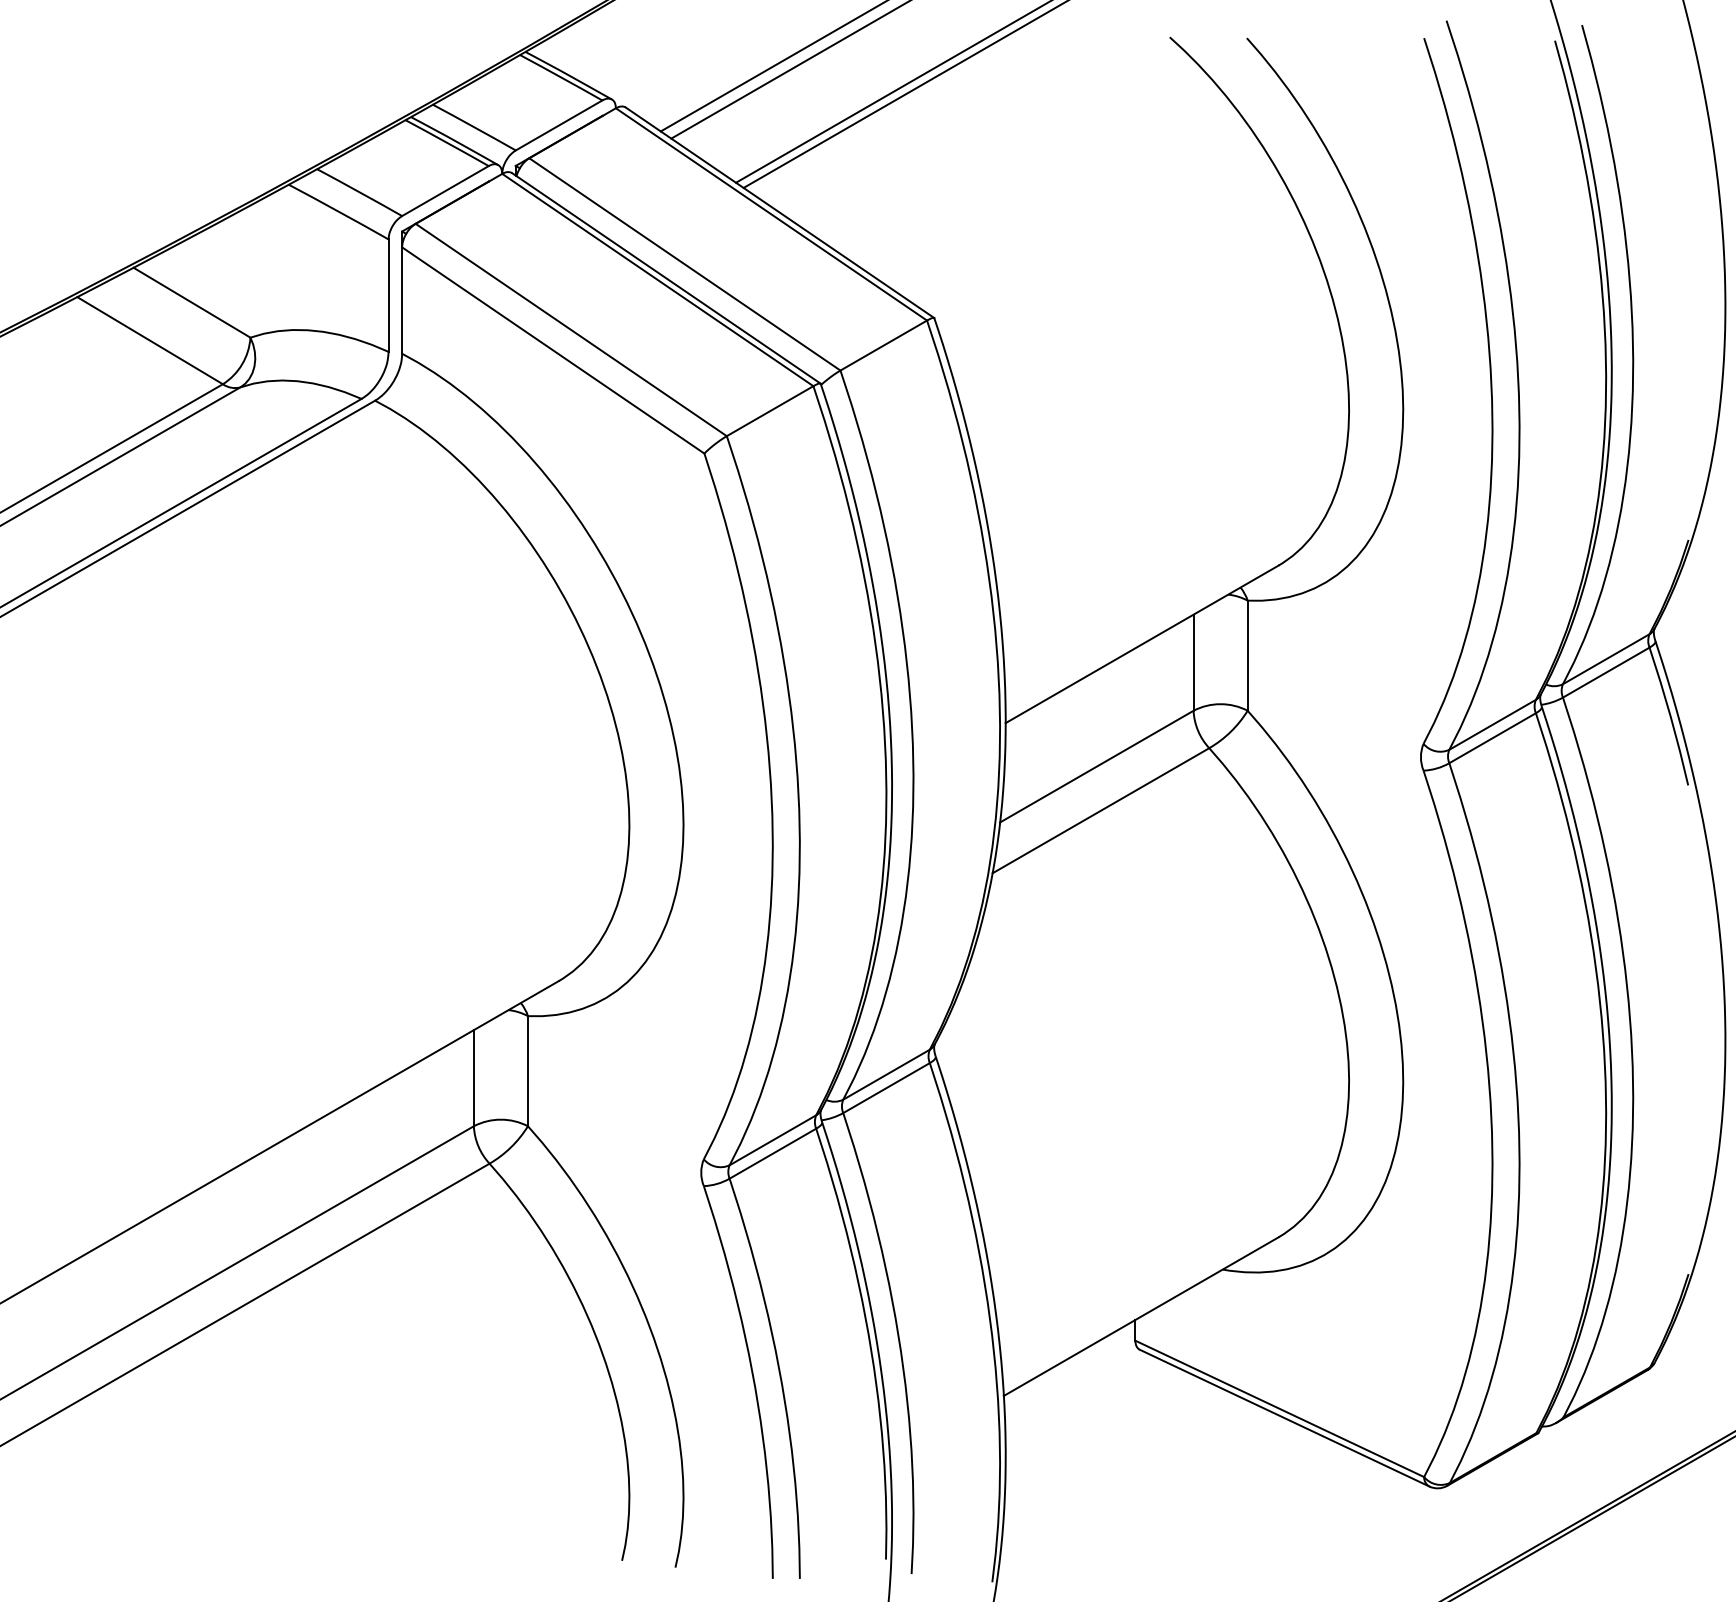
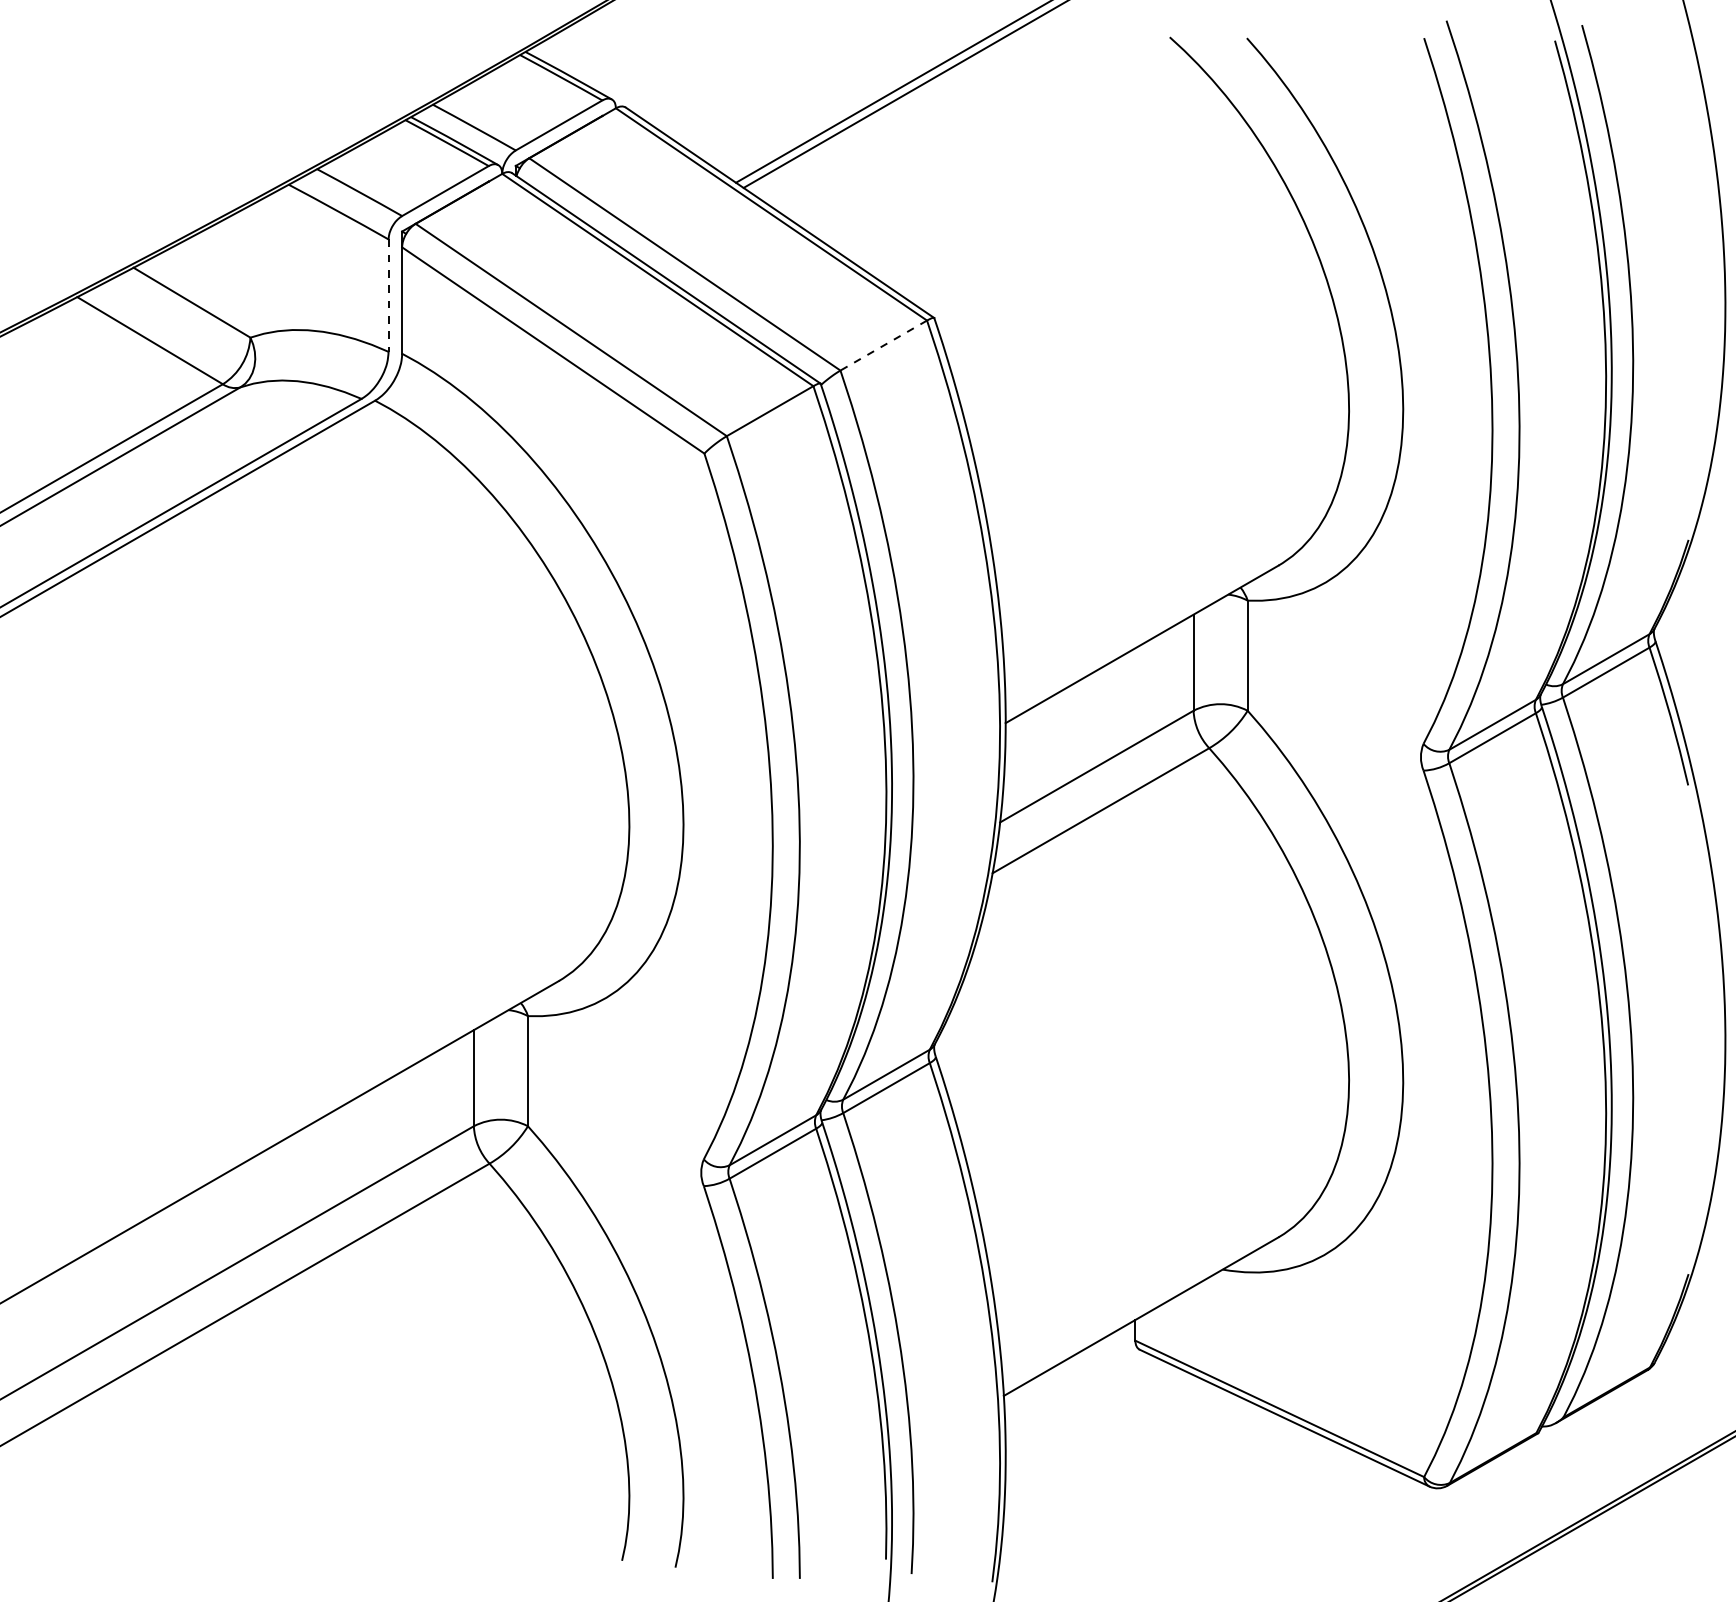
line at (772, 66): present -> none
line at (789, 70): present -> none
line at (388, 296): solid -> dashed
line at (883, 345): solid -> dashed
